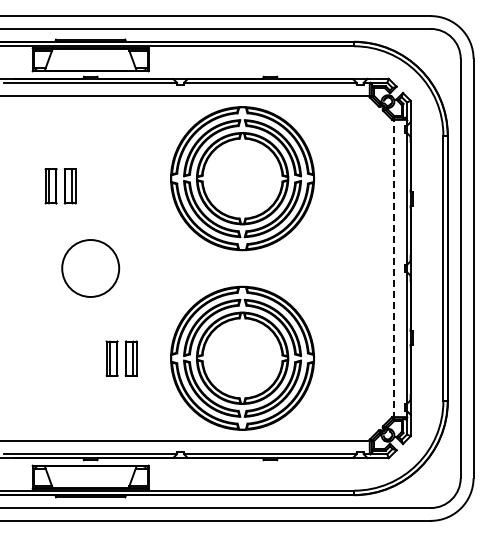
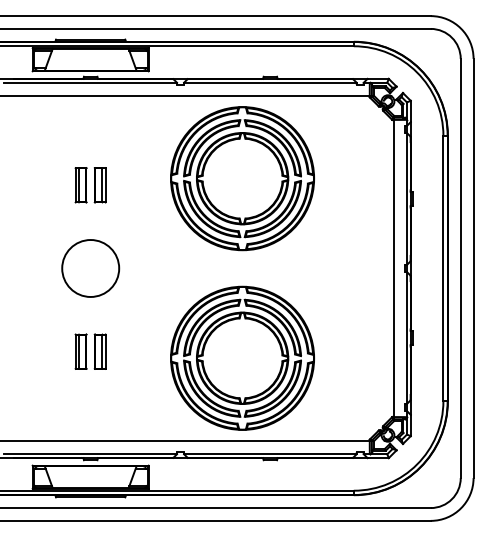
part at (60, 186) position: (60, 186) -> (90, 185)
line at (394, 268): dashed -> solid
part at (121, 358) position: (121, 358) -> (90, 351)
